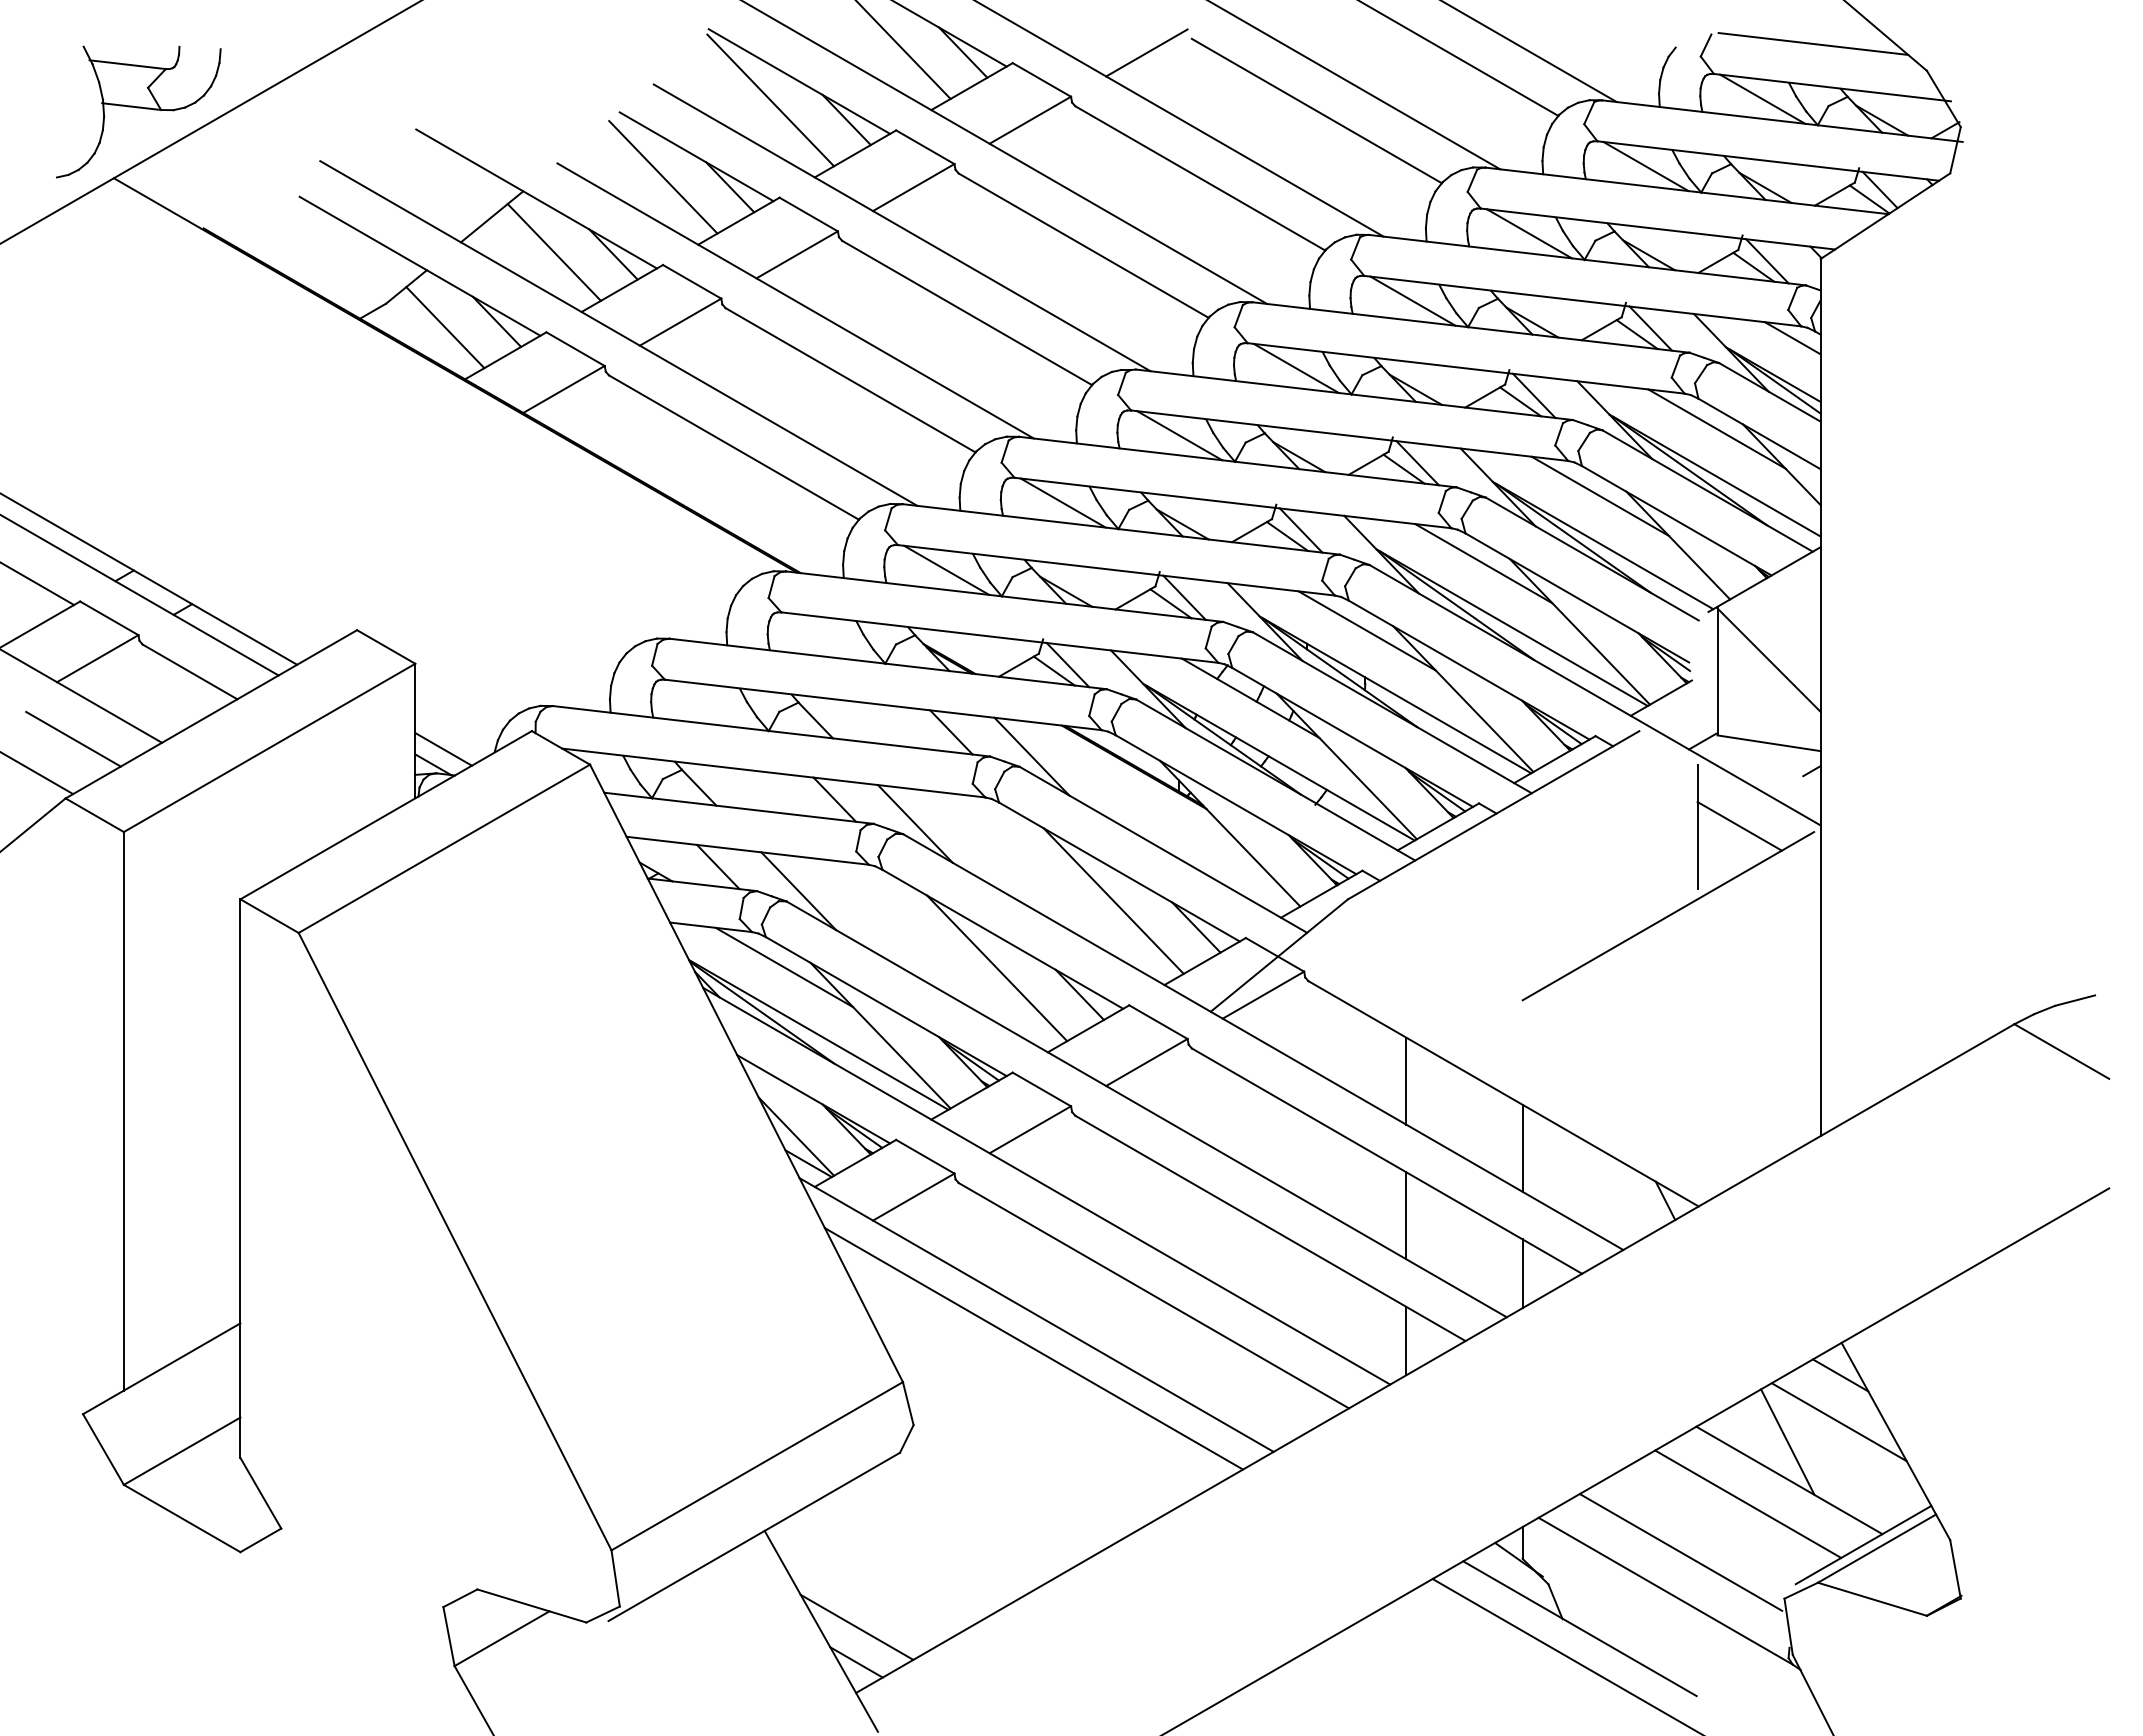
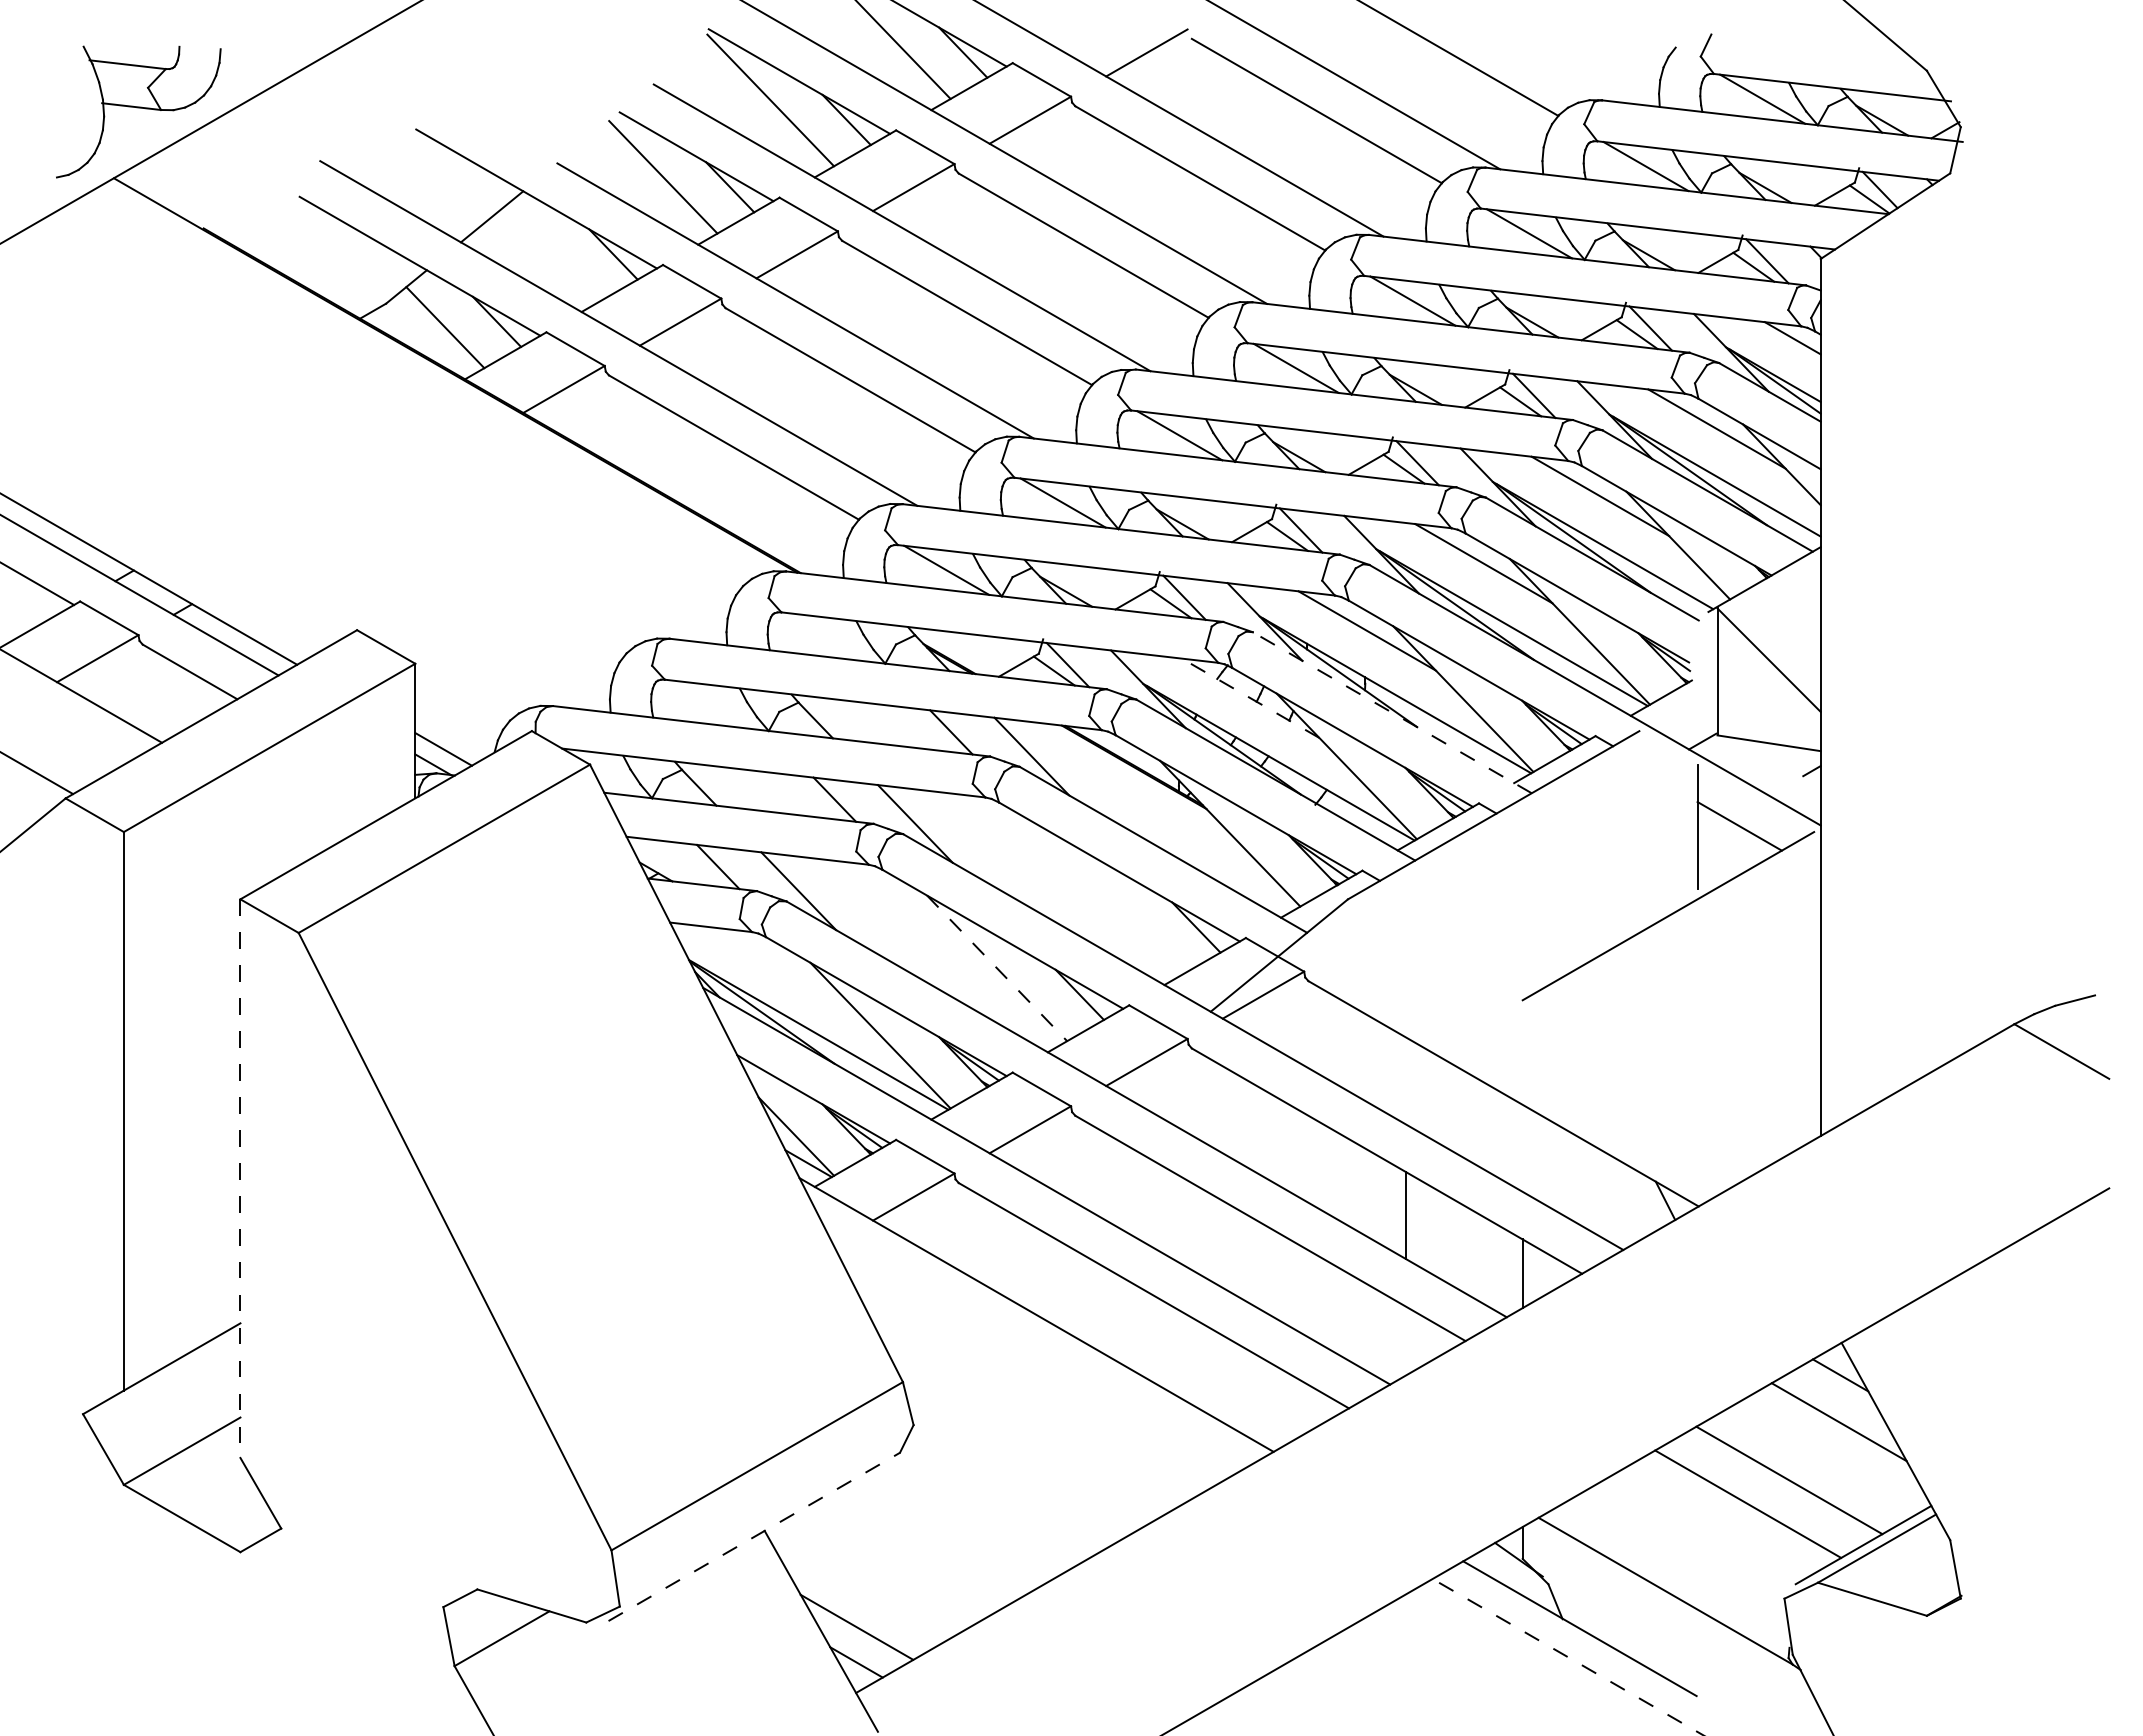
line at (1813, 43): present -> none
line at (1530, 52): present -> none
line at (553, 252): present -> none
line at (1250, 698): solid -> dashed
line at (1391, 712): solid -> dashed
line at (73, 738): present -> none
line at (1113, 900): present -> none
line at (784, 967): present -> none
line at (997, 968): solid -> dashed
line at (1406, 1080): present -> none
line at (1522, 1147): present -> none
line at (240, 1179): solid -> dashed
line at (1406, 1340): present -> none
line at (1033, 1348): present -> none
line at (1787, 1441): present -> none
line at (754, 1536): solid -> dashed
line at (1680, 1552): present -> none
line at (1568, 1657): solid -> dashed
